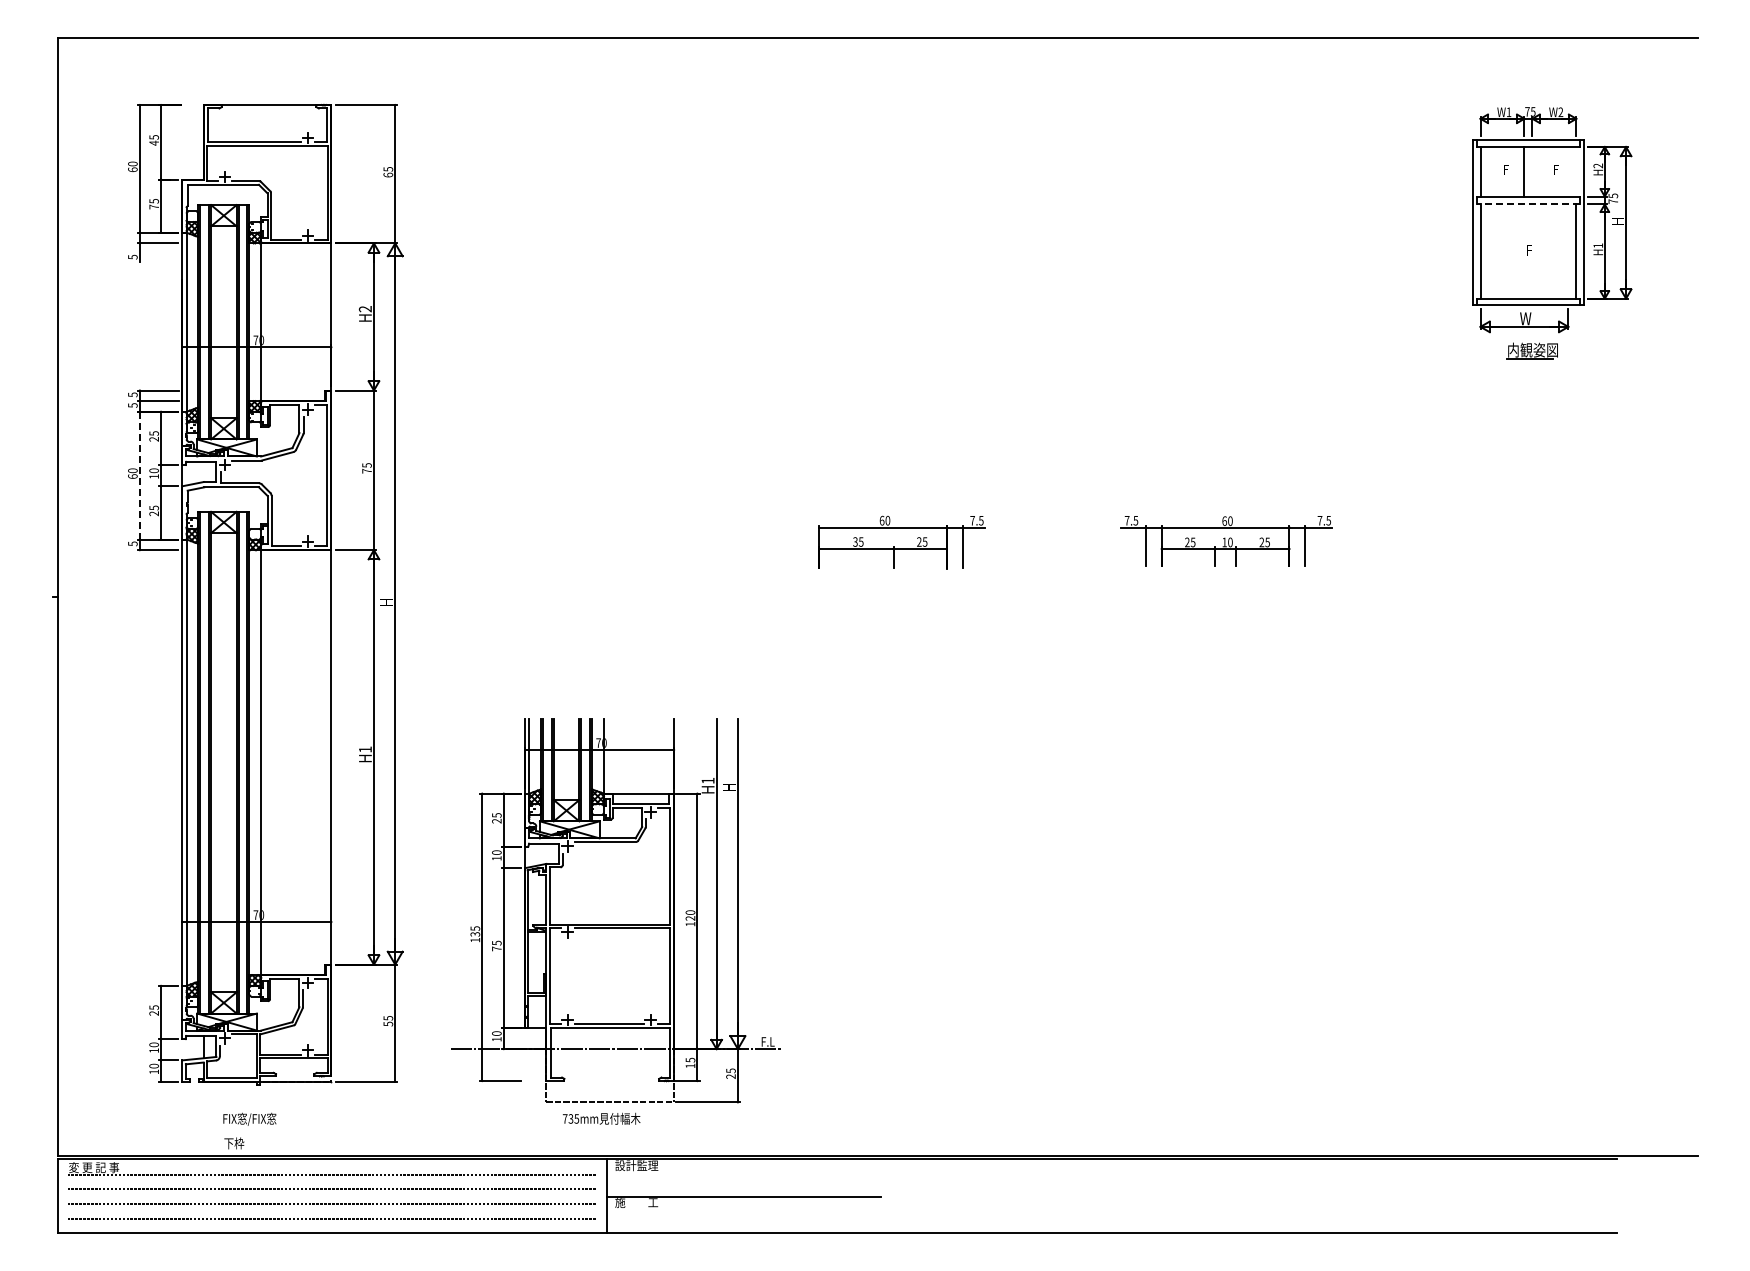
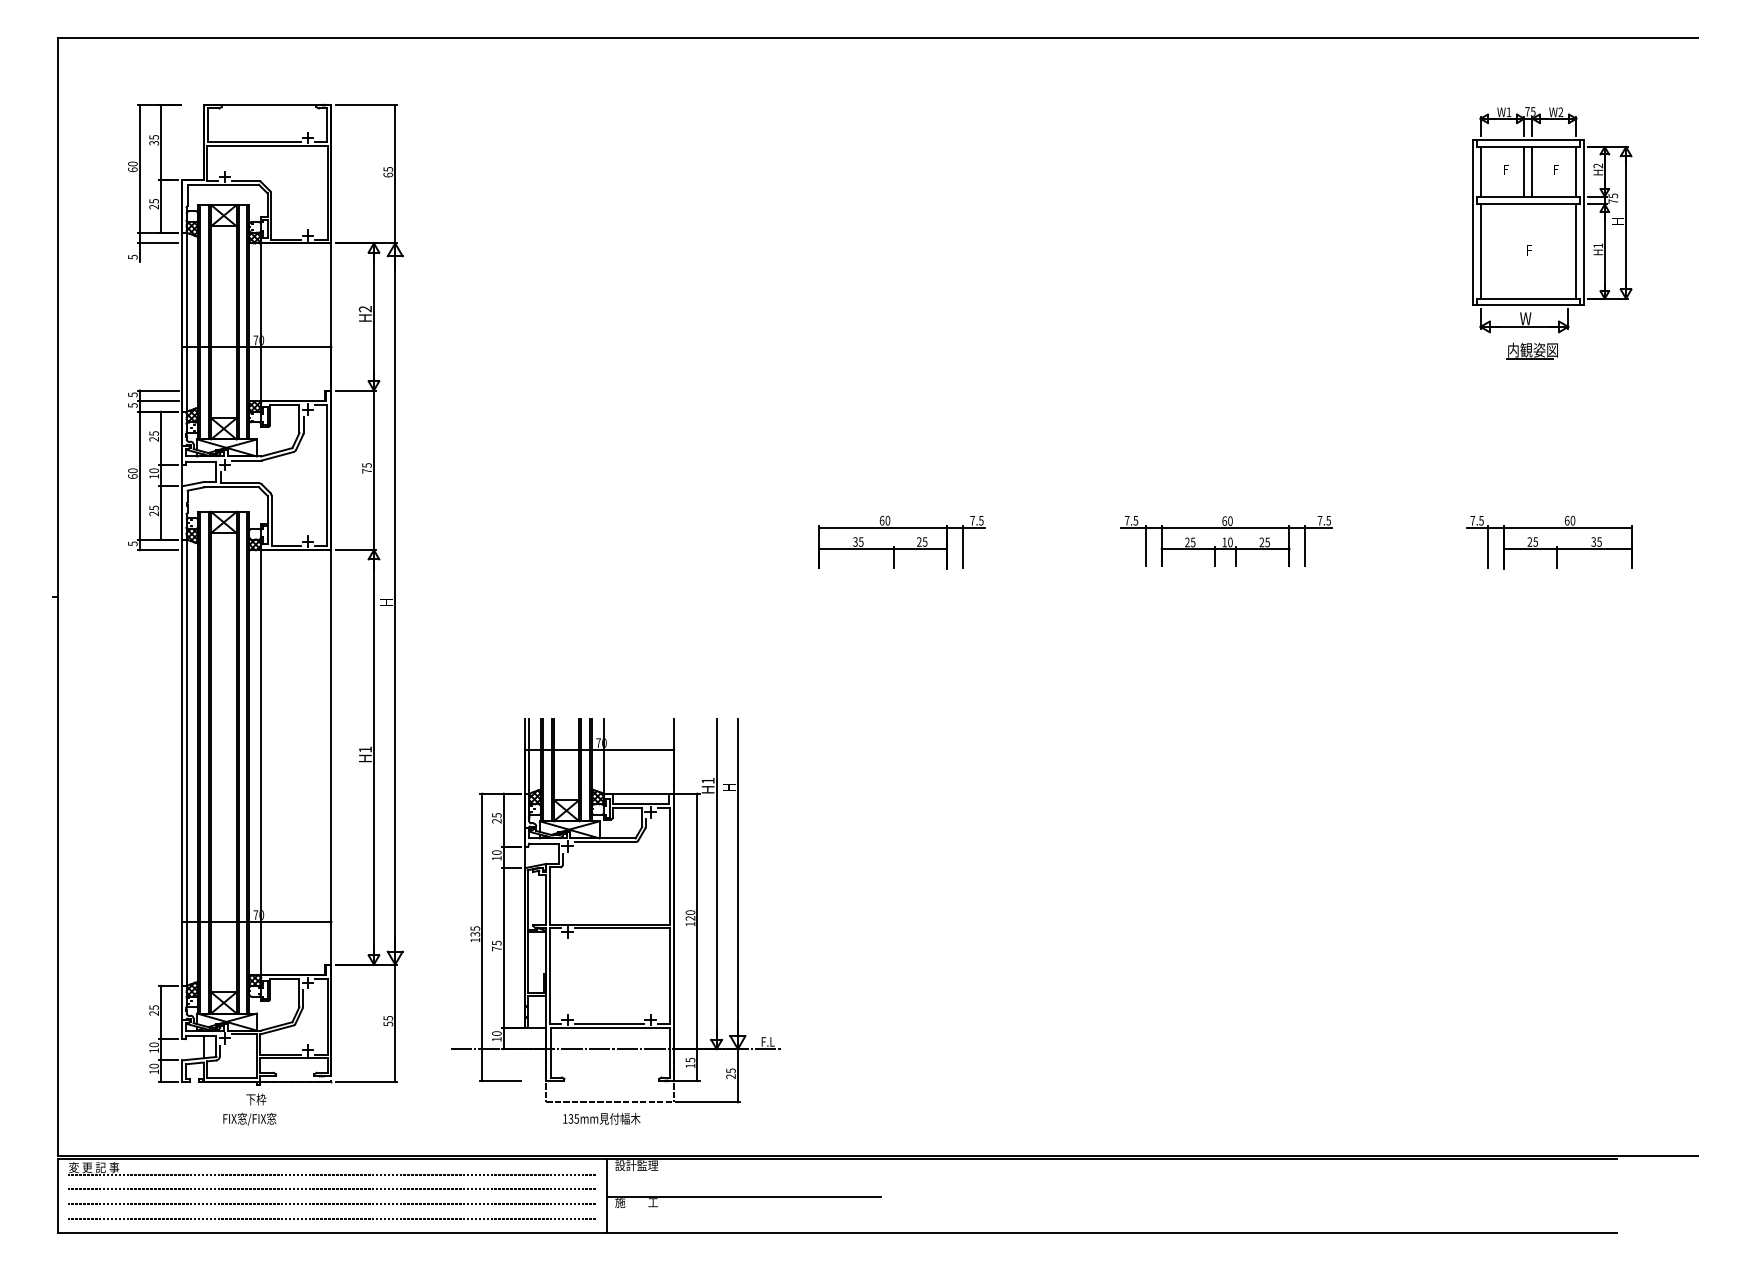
text at (154, 142): 45 -> 35
line at (1532, 171): none -> present
line at (1576, 171): none -> present
line at (1527, 204): dashed -> solid
text at (153, 206): 75 -> 25
line at (139, 475): dashed -> solid
part at (1549, 542): none -> present
text at (564, 1118): 735mm -> 135mm
text at (234, 1143) position: (234, 1143) -> (256, 1099)
